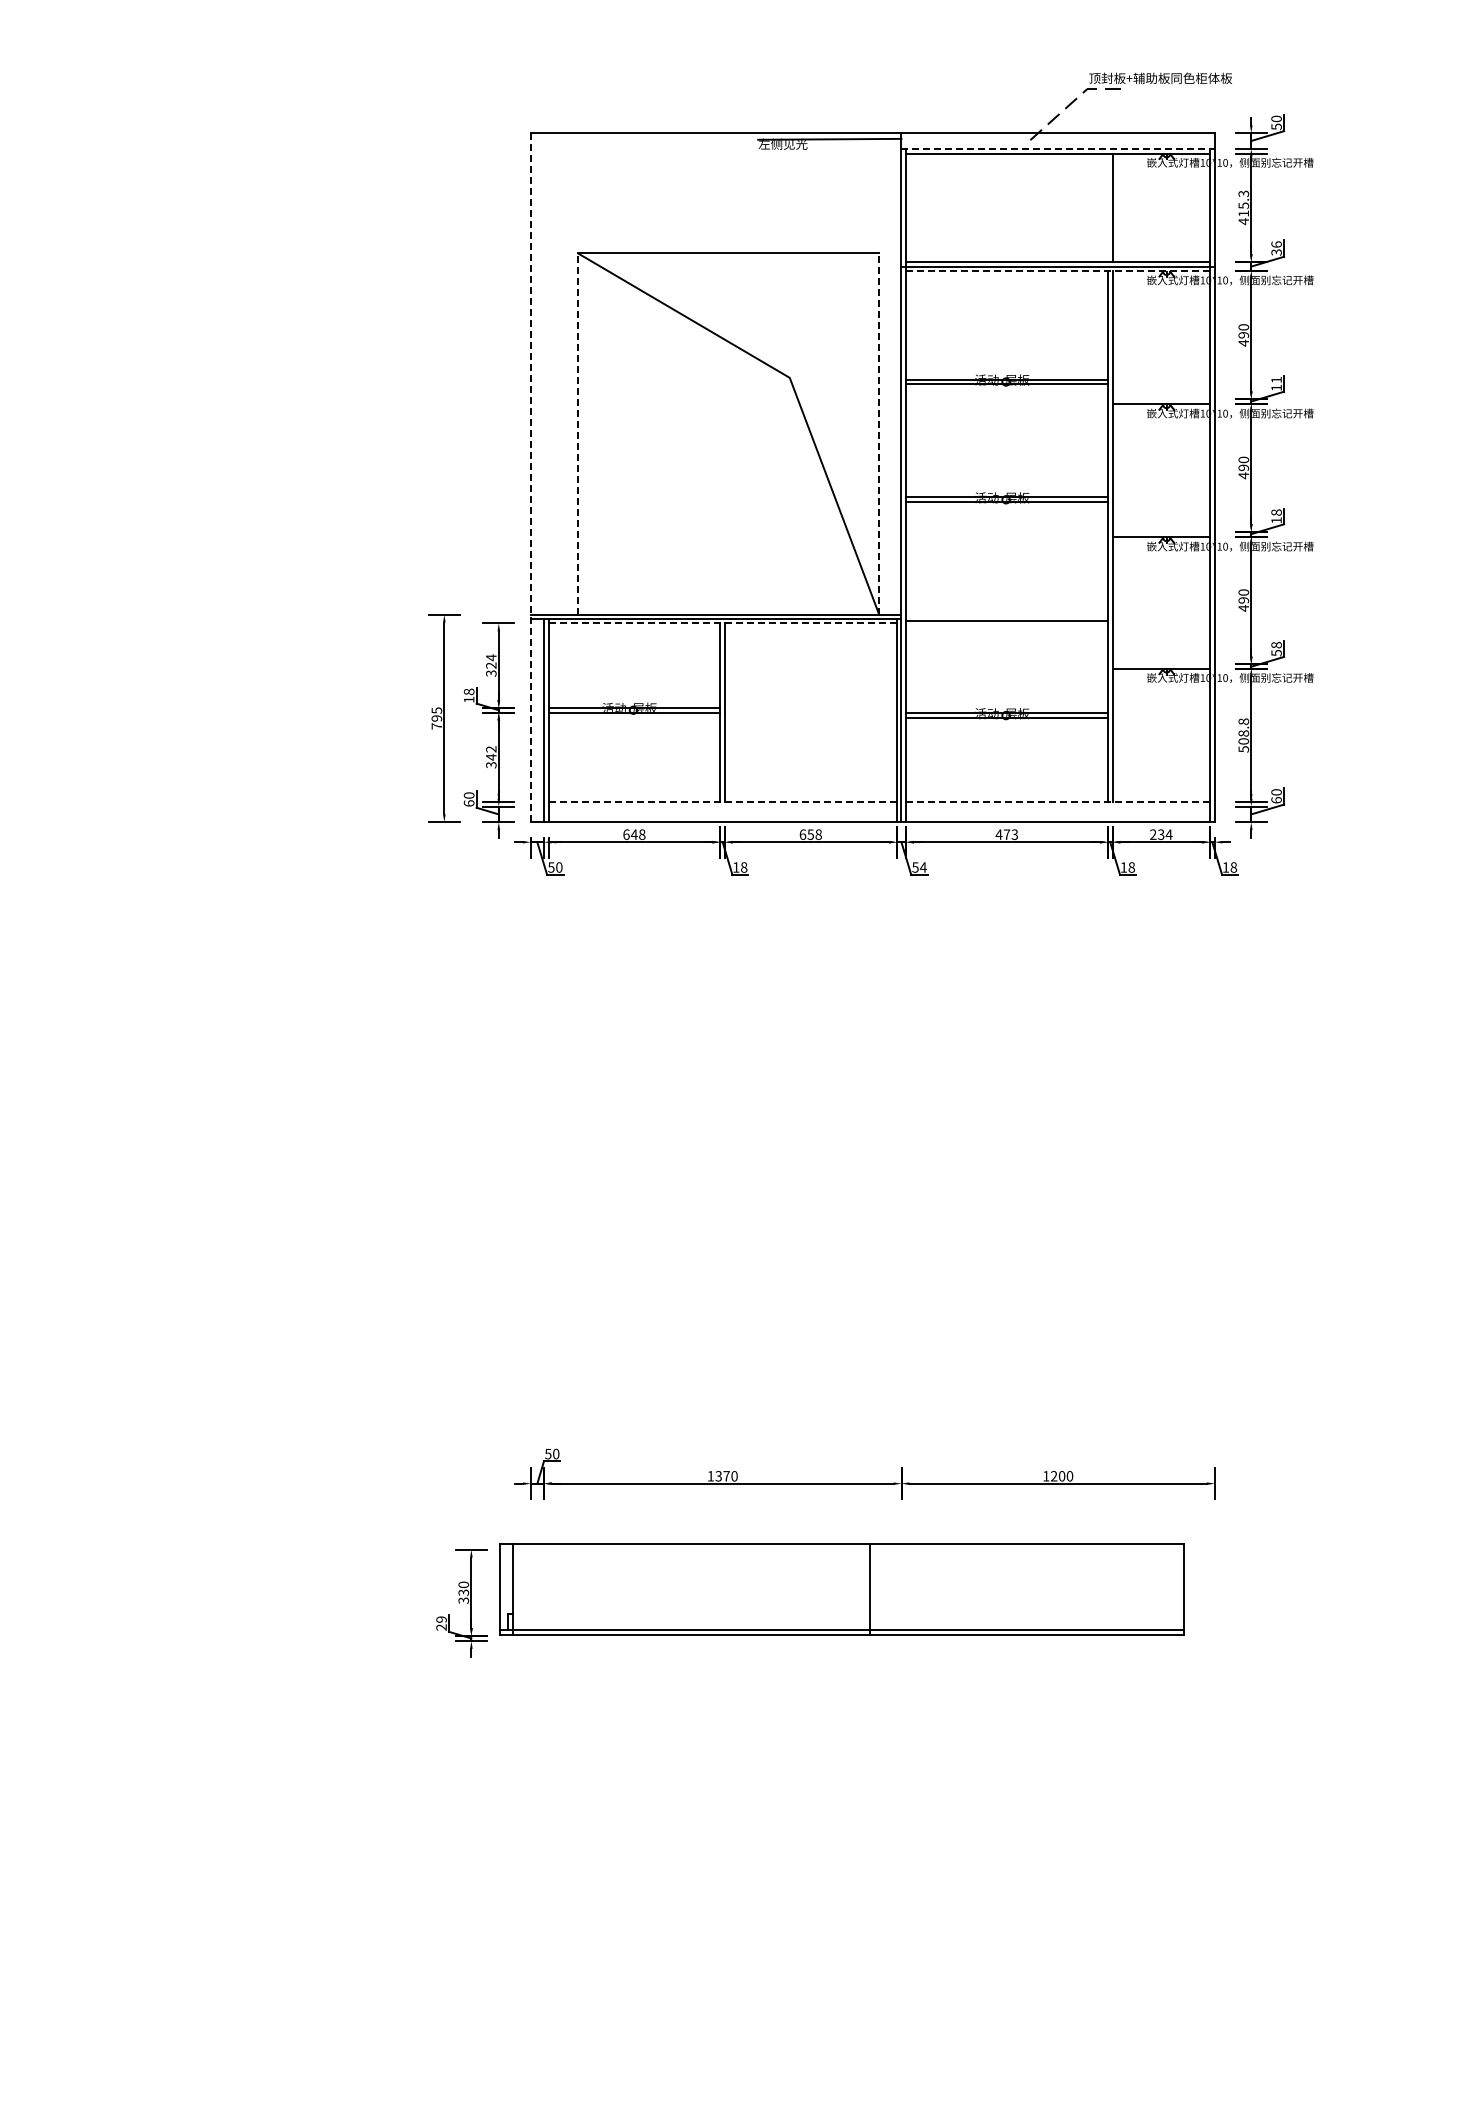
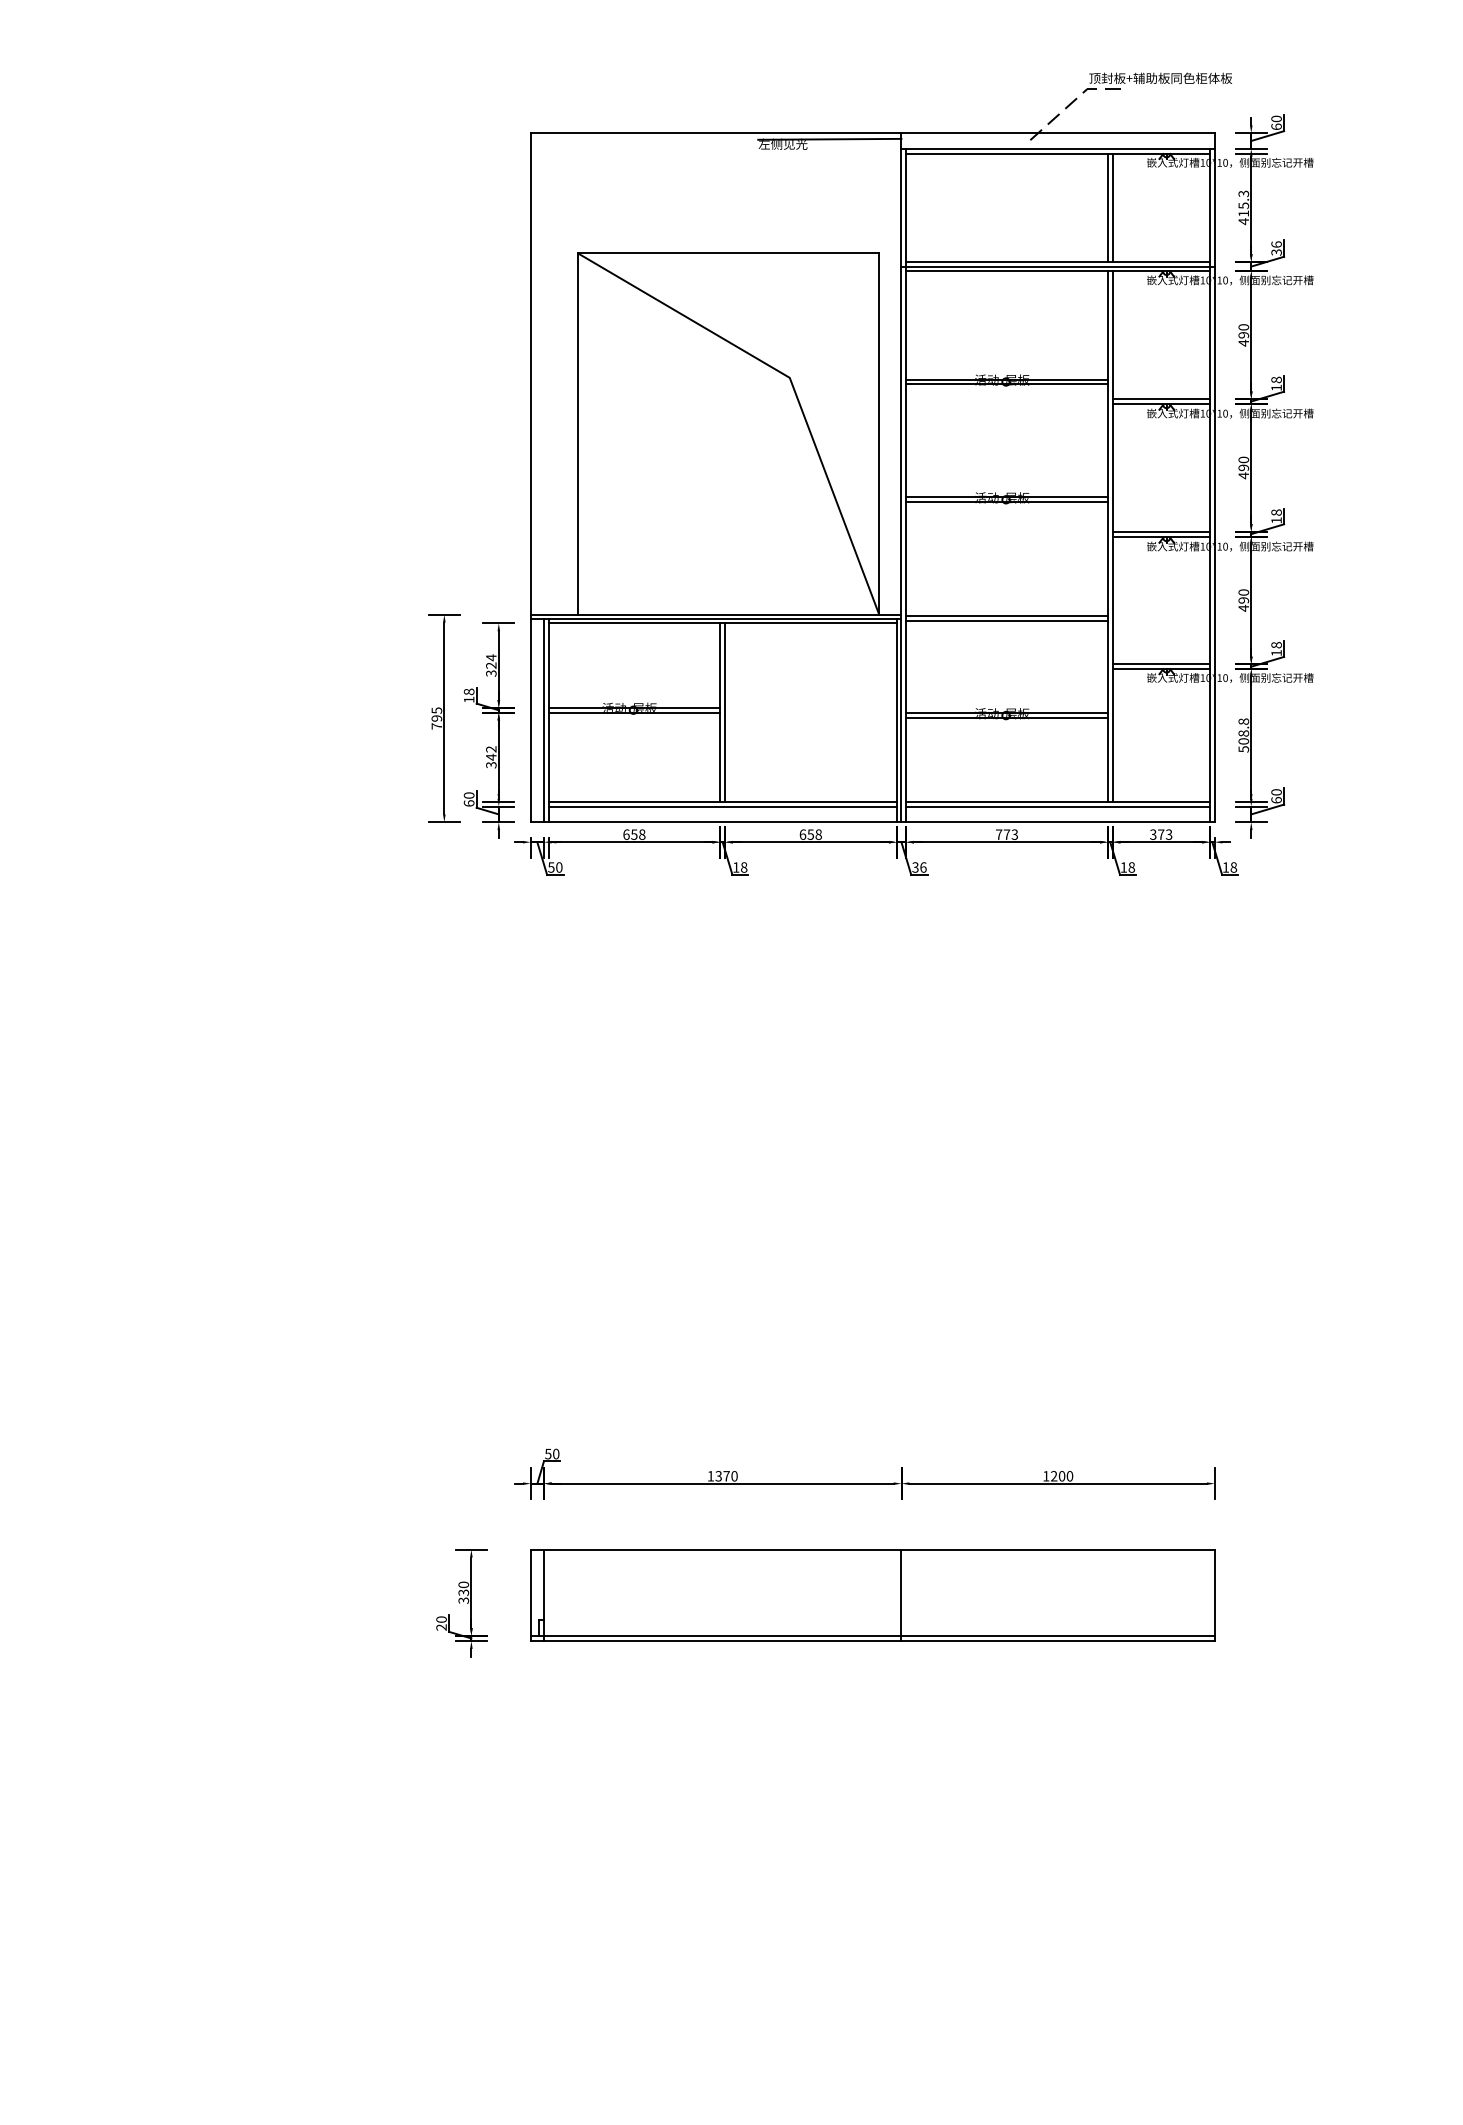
text at (1276, 126): 50 -> 60
line at (1058, 148): dashed -> solid
line at (1107, 207): none -> present
line at (1058, 271): dashed -> solid
text at (1276, 379): 11 -> 18
line at (1160, 399): none -> present
line at (577, 434): dashed -> solid
line at (879, 434): dashed -> solid
line at (530, 477): dashed -> solid
line at (1160, 531): none -> present
line at (1006, 616): none -> present
line at (723, 623): dashed -> solid
text at (1276, 653): 58 -> 18
line at (1160, 664): none -> present
line at (723, 801): dashed -> solid
line at (1058, 801): dashed -> solid
line at (722, 806): none -> present
line at (1057, 806): none -> present
text at (633, 834): 648 -> 658
text at (998, 834): 473 -> 773
text at (1161, 834): 234 -> 373
text at (919, 867): 54 -> 36
part at (841, 1589) position: (841, 1589) -> (872, 1595)
text at (441, 1619): 29 -> 20
